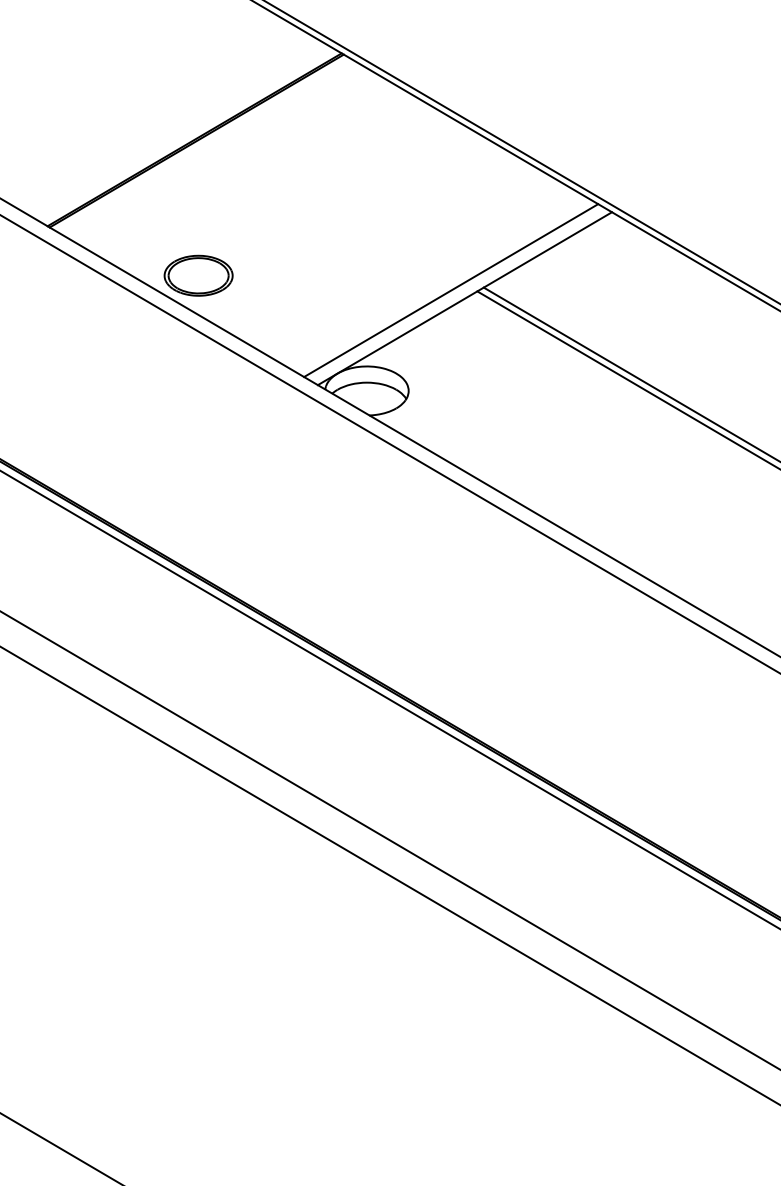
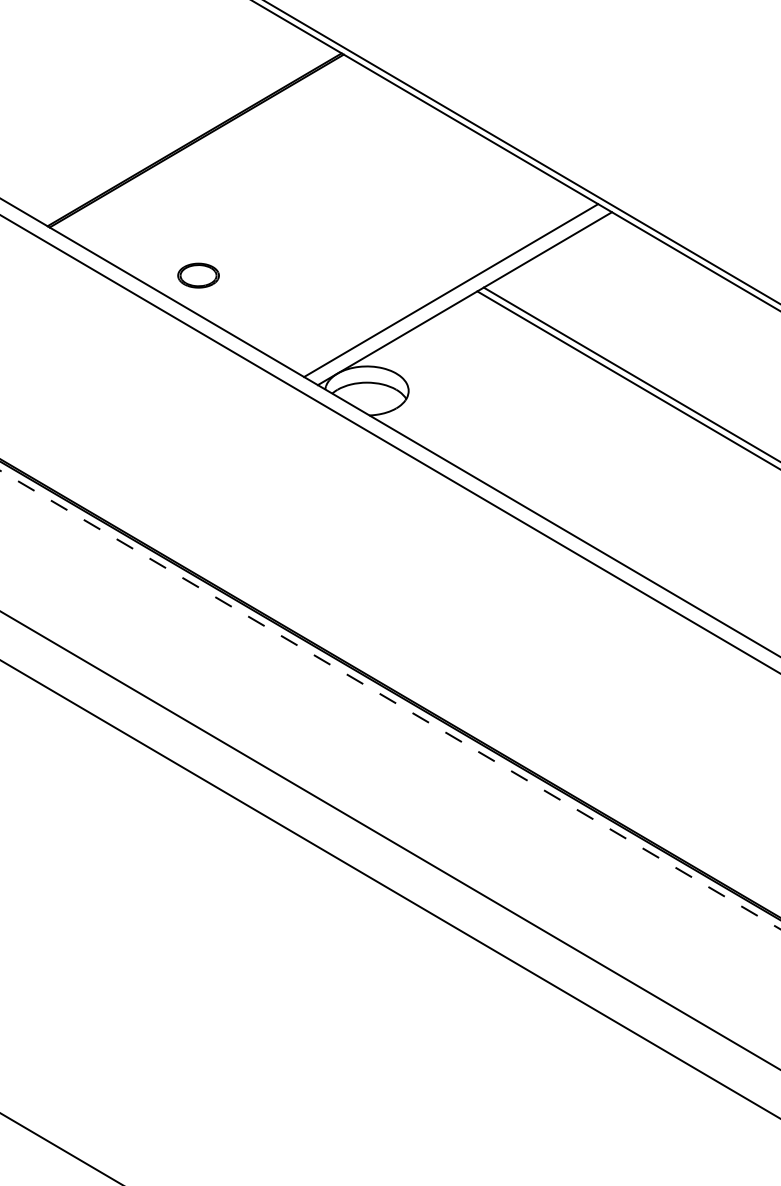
part at (198, 275) size: 71x43 px -> 43x27 px
line at (391, 700): solid -> dashed
line at (389, 875) position: (389, 875) -> (389, 888)
